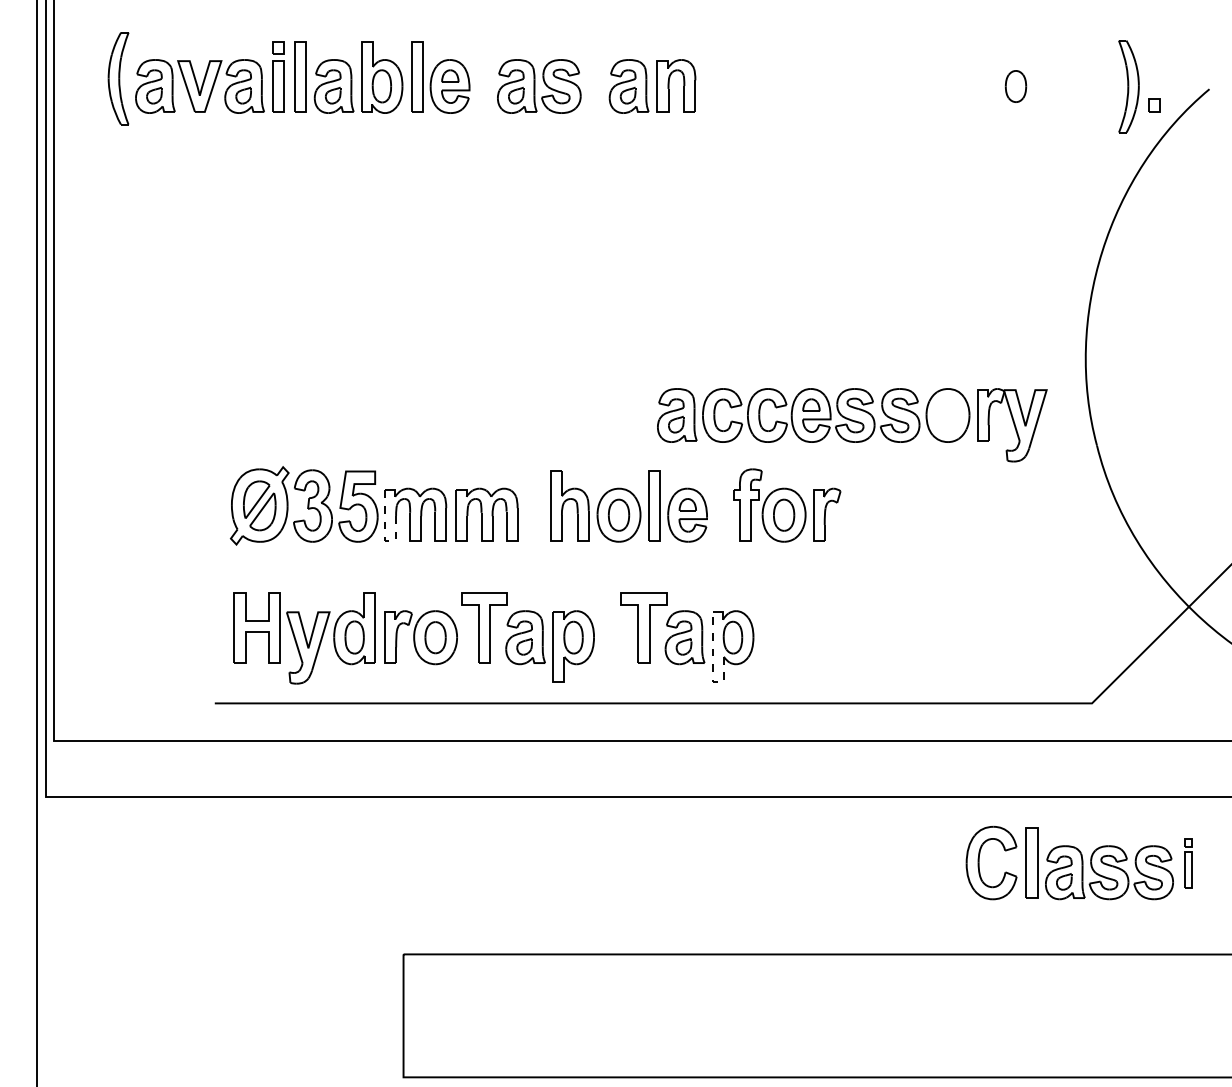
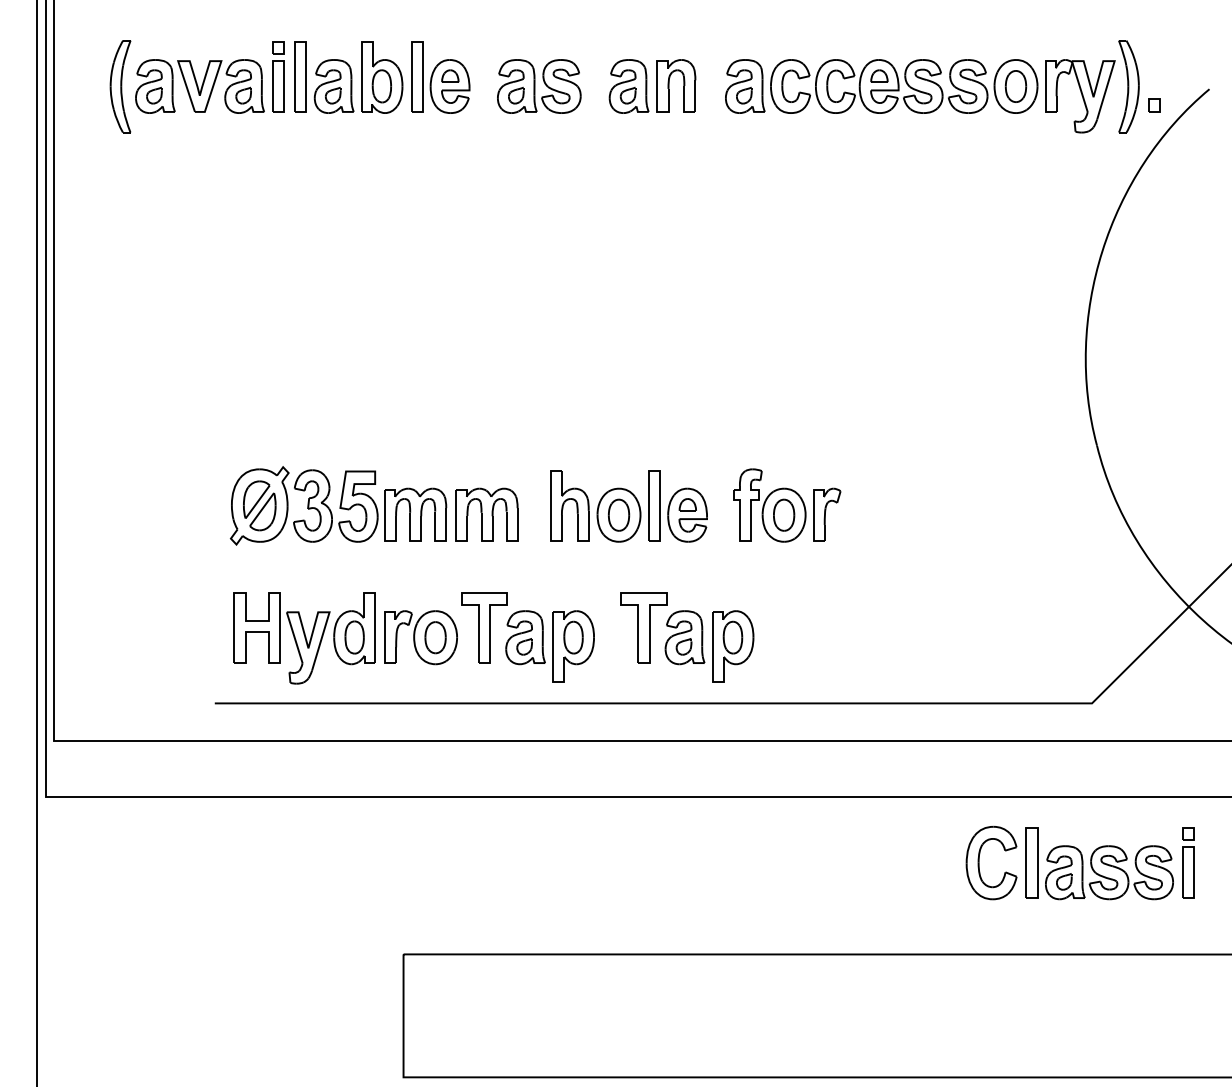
part at (118, 78) position: (118, 78) -> (120, 86)
part at (852, 425) position: (852, 425) -> (920, 96)
line at (385, 534): dashed -> solid
line at (712, 666): dashed -> solid
part at (1188, 863) size: 9x51 px -> 13x72 px
